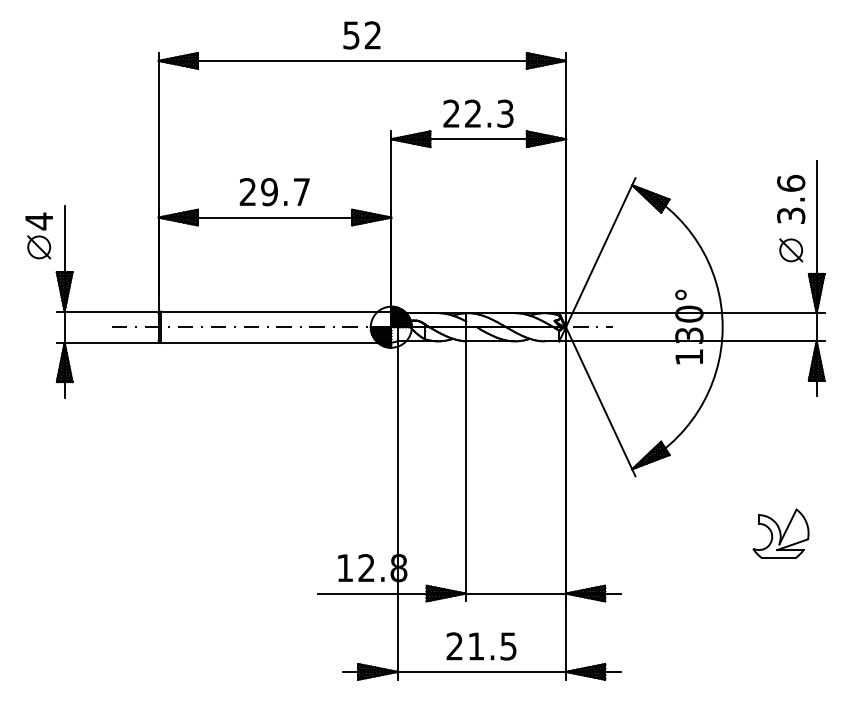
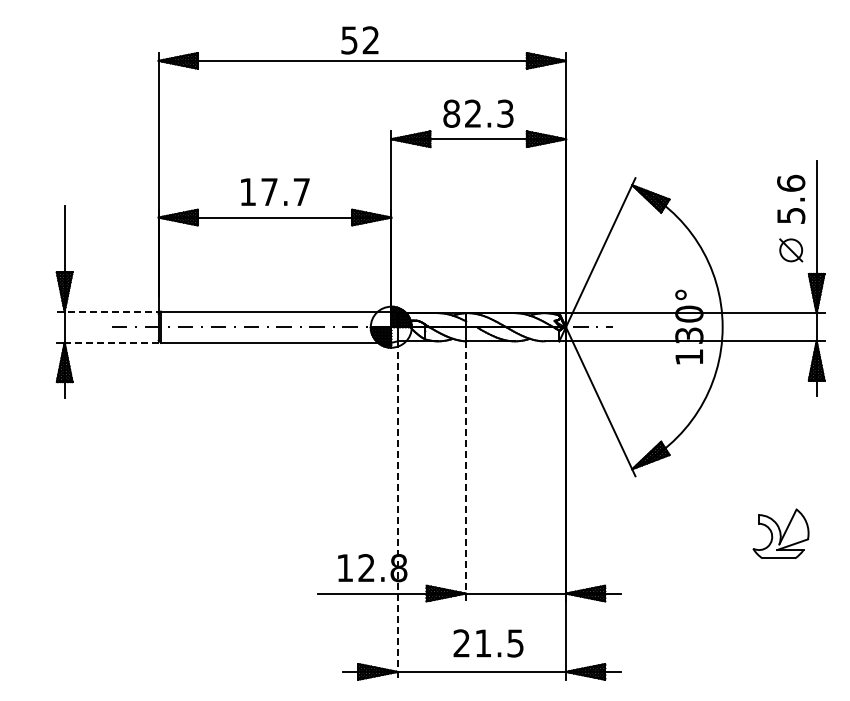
text at (361, 35) position: (361, 35) -> (359, 40)
text at (451, 113): 22.3 -> 82.3
text at (258, 192): 29.7 -> 17.7
text at (790, 215): 3.6 -> 5.6
part at (38, 235): present -> none
line at (107, 311): solid -> dashed
line at (111, 342): solid -> dashed
line at (465, 471): solid -> dashed
line at (397, 511): solid -> dashed
text at (481, 646) position: (481, 646) -> (488, 643)
